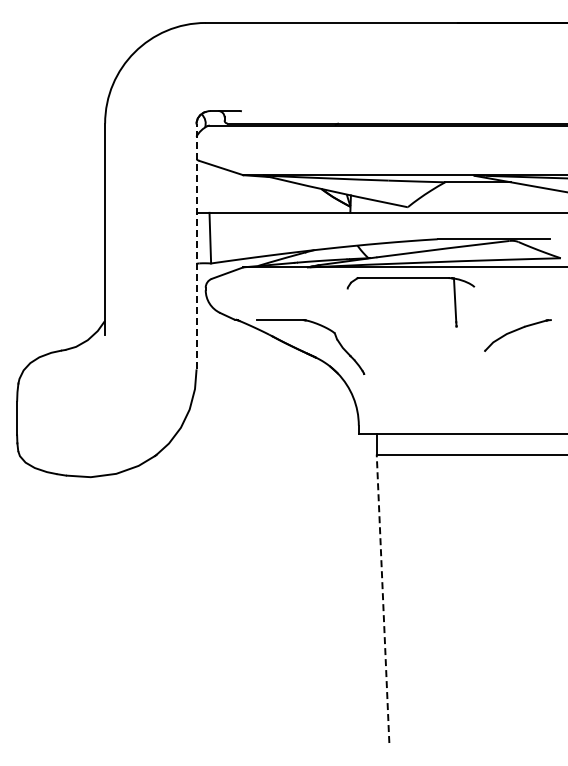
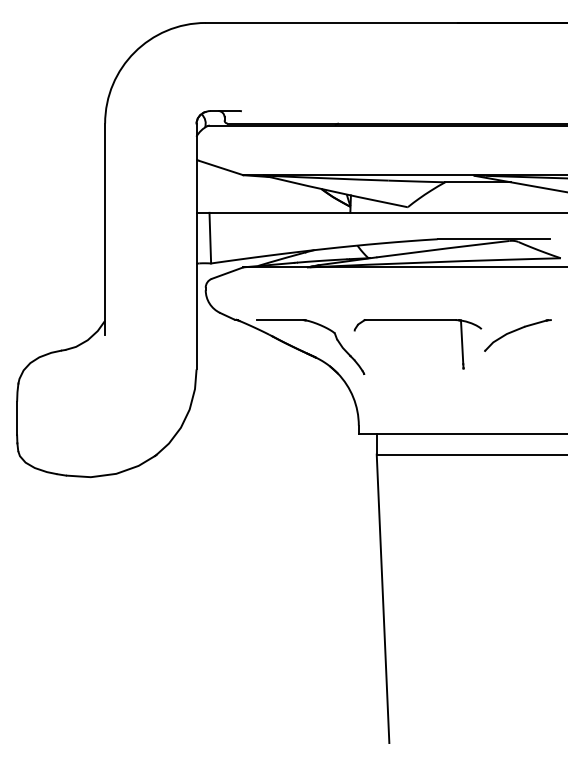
line at (196, 246): dashed -> solid
part at (410, 278) position: (410, 278) -> (417, 320)
line at (383, 598): dashed -> solid
